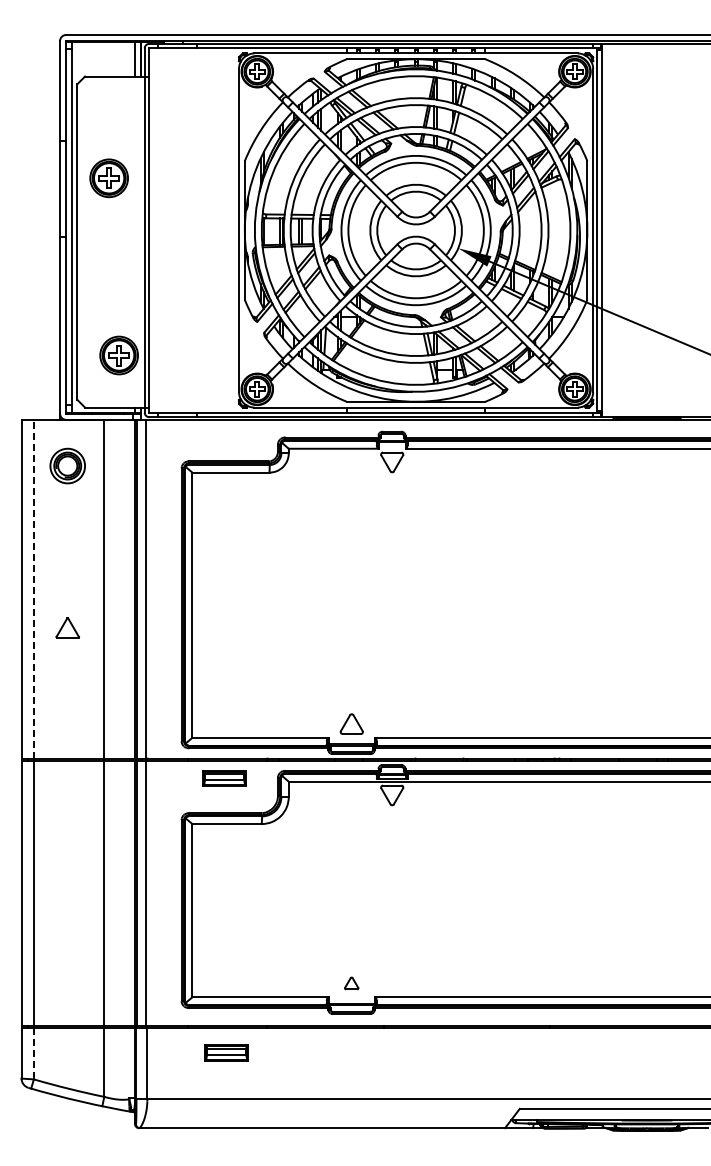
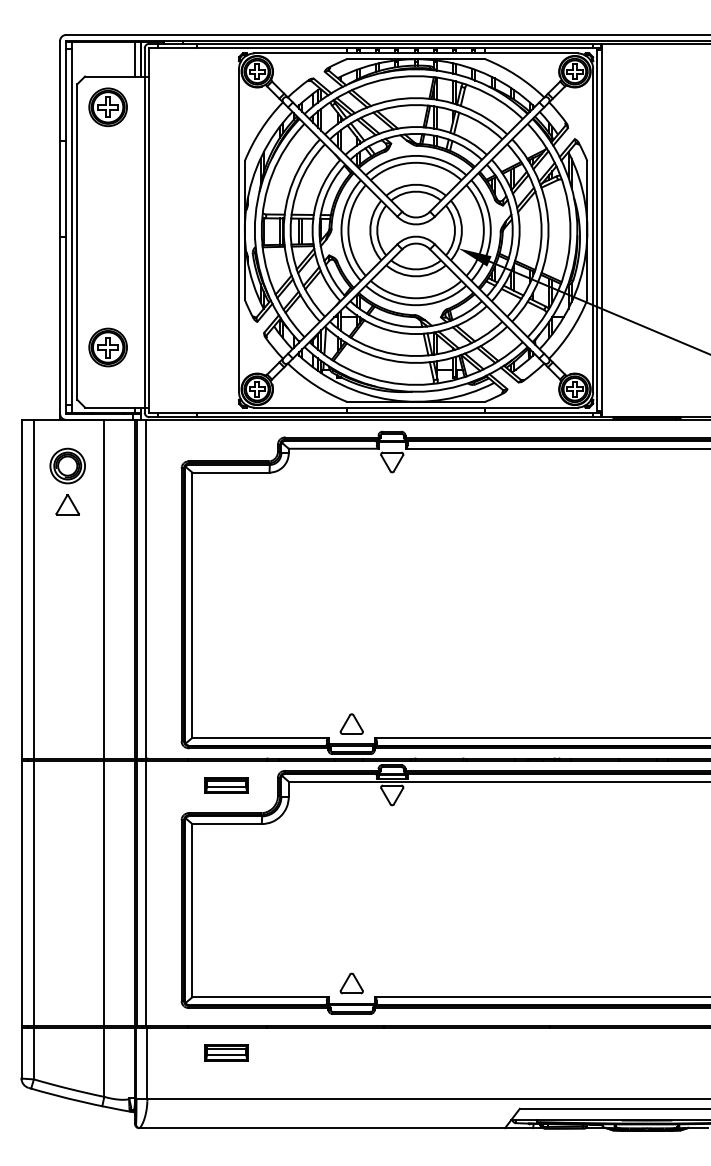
part at (108, 178) position: (108, 178) -> (107, 107)
part at (118, 355) position: (118, 355) -> (107, 347)
line at (33, 588): dashed -> solid
part at (67, 627) position: (67, 627) -> (67, 504)
part at (224, 778) position: (224, 778) -> (226, 785)
part at (351, 983) size: 16x15 px -> 25x23 px
line at (33, 1052): dashed -> solid
